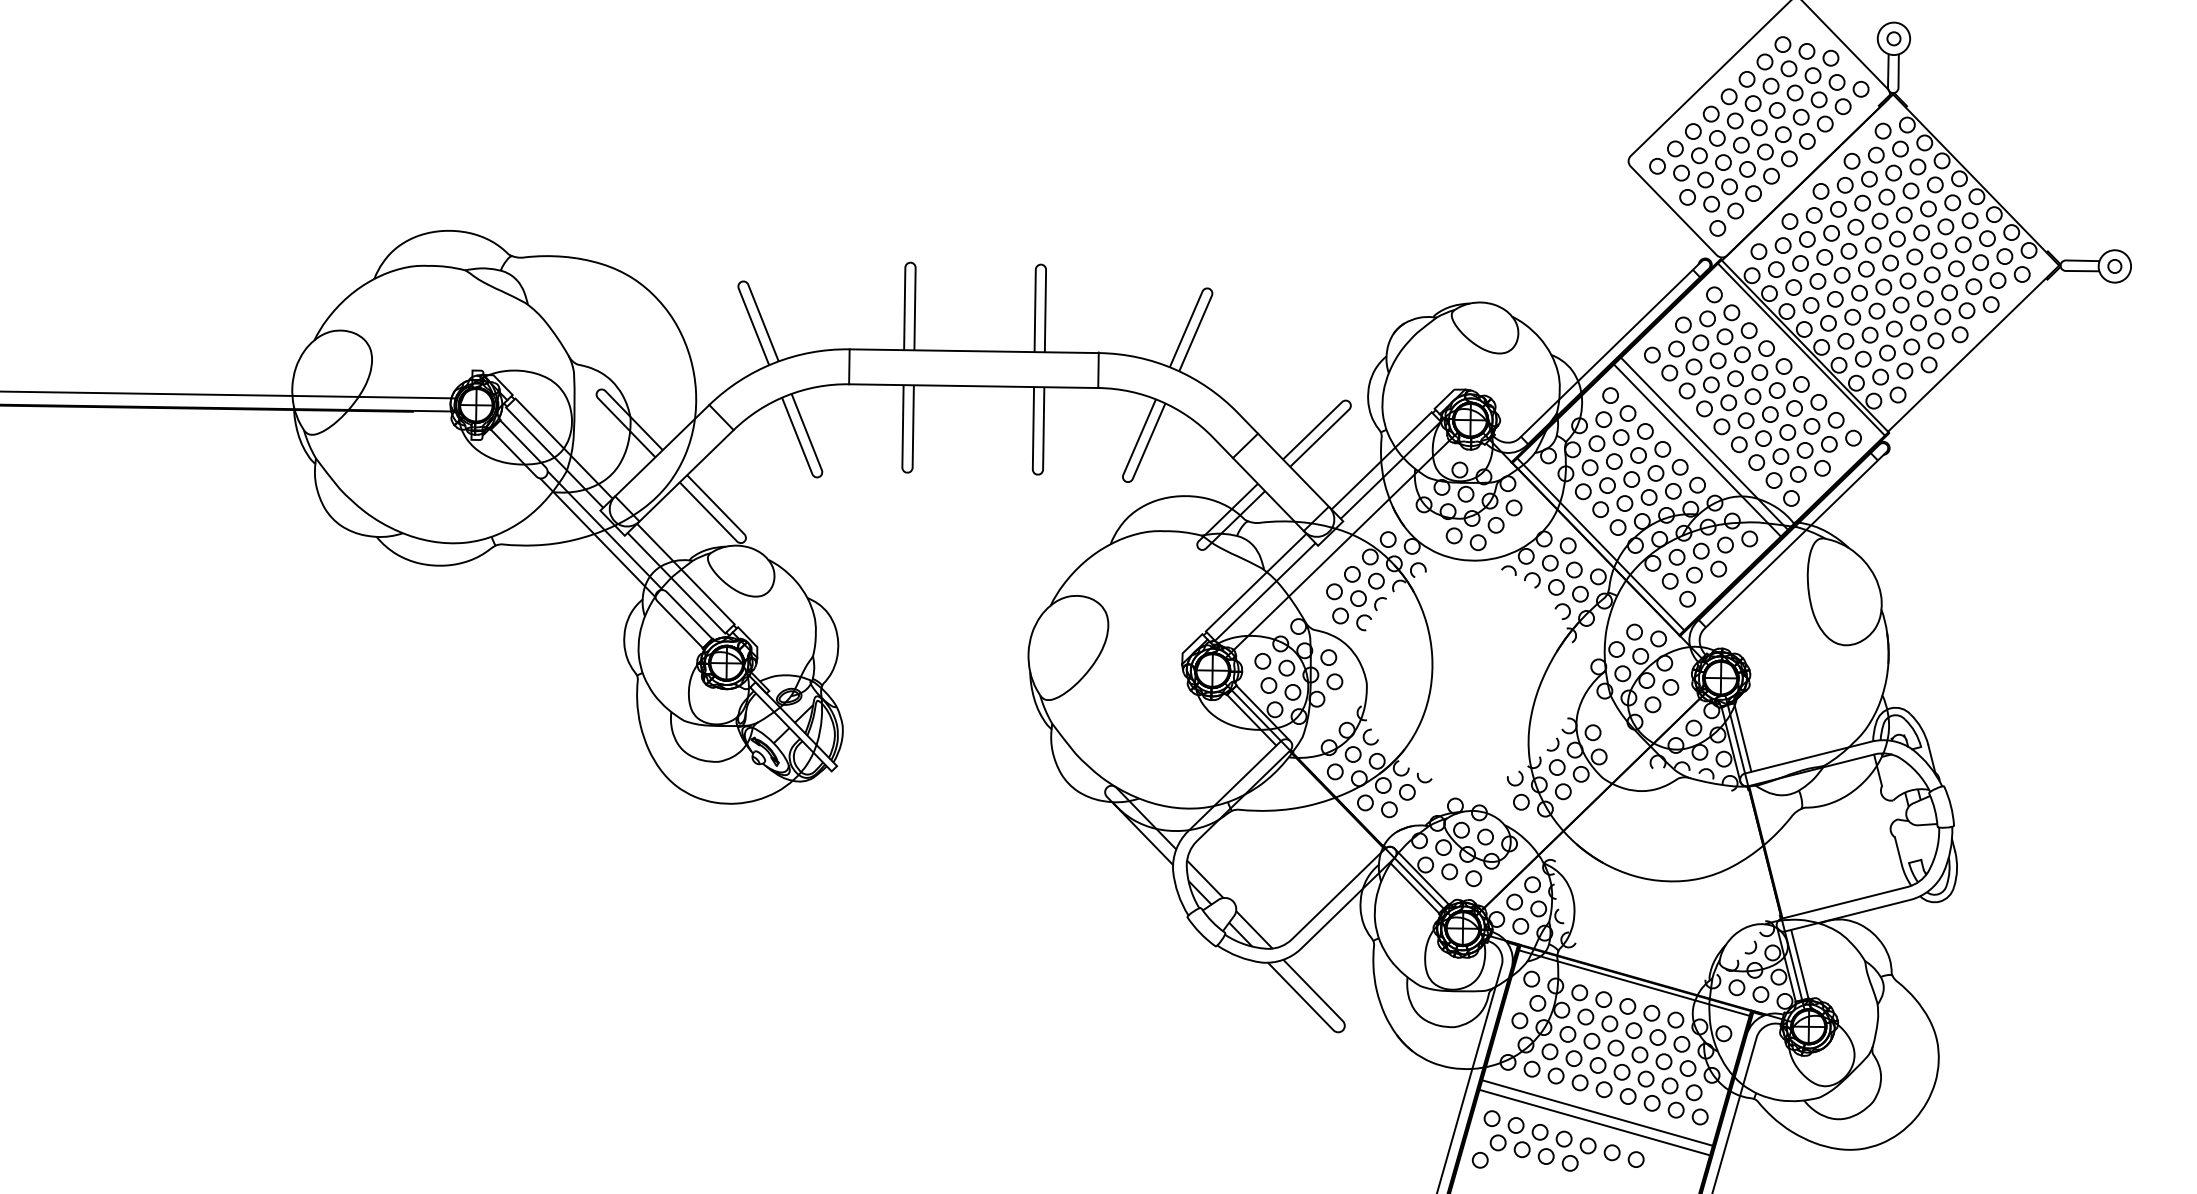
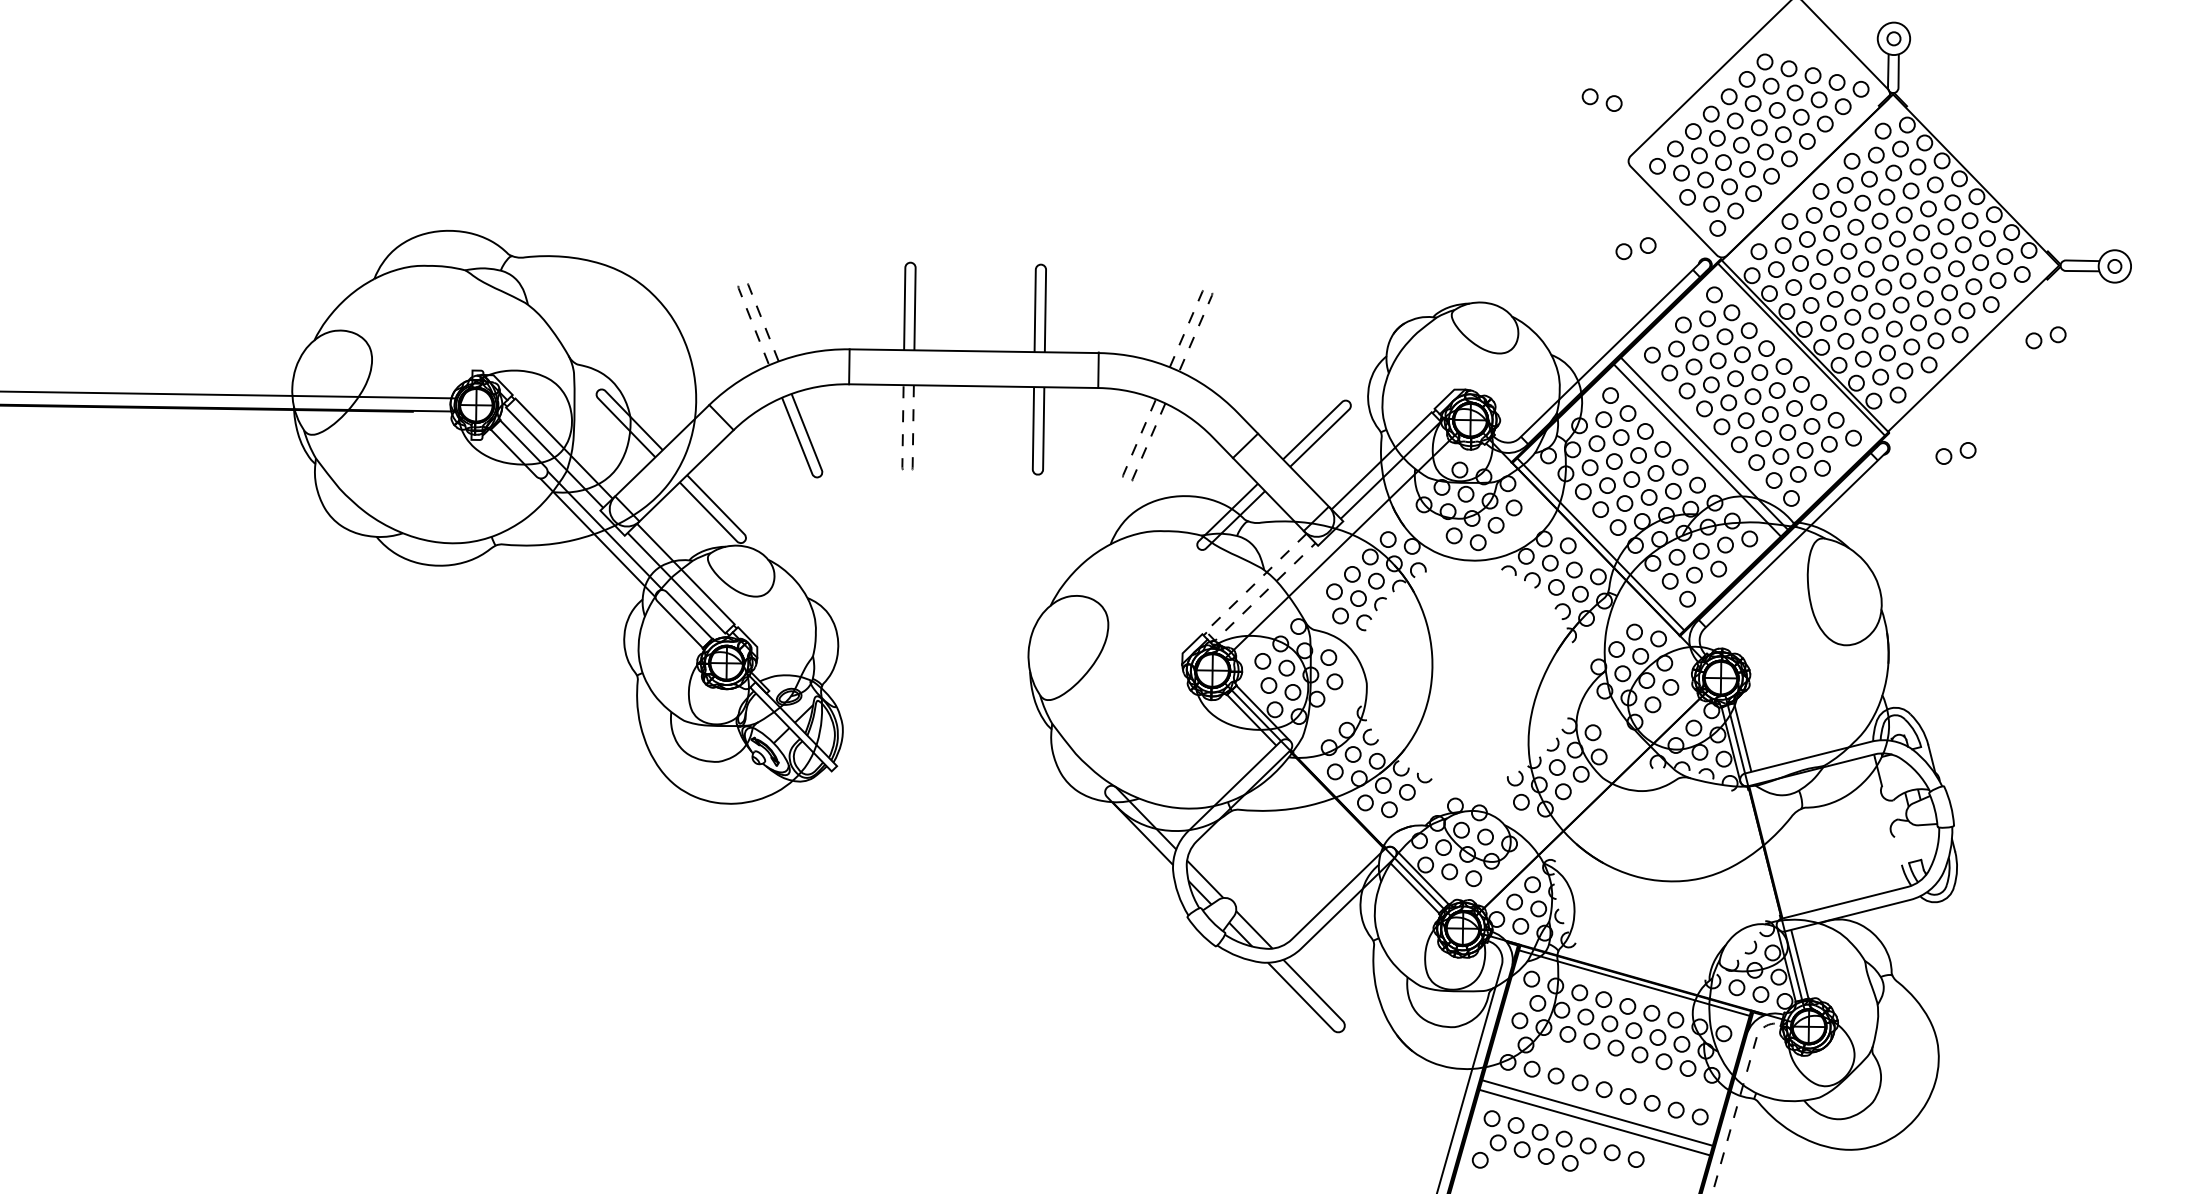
part at (1806, 51): present -> none
part at (1601, 99): none -> present
part at (1635, 248): none -> present
line at (741, 281): solid -> dashed
line at (1209, 288): solid -> dashed
part at (2045, 337): none -> present
part at (1955, 453): none -> present
line at (907, 472): solid -> dashed
line at (1126, 481): solid -> dashed
line at (1210, 636): solid -> dashed
line at (1897, 850): present -> none
part at (1621, 1072): present -> none
line at (1740, 1095): solid -> dashed
